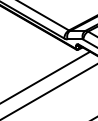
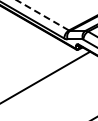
line at (42, 15): solid -> dashed
line at (49, 91): present -> none
